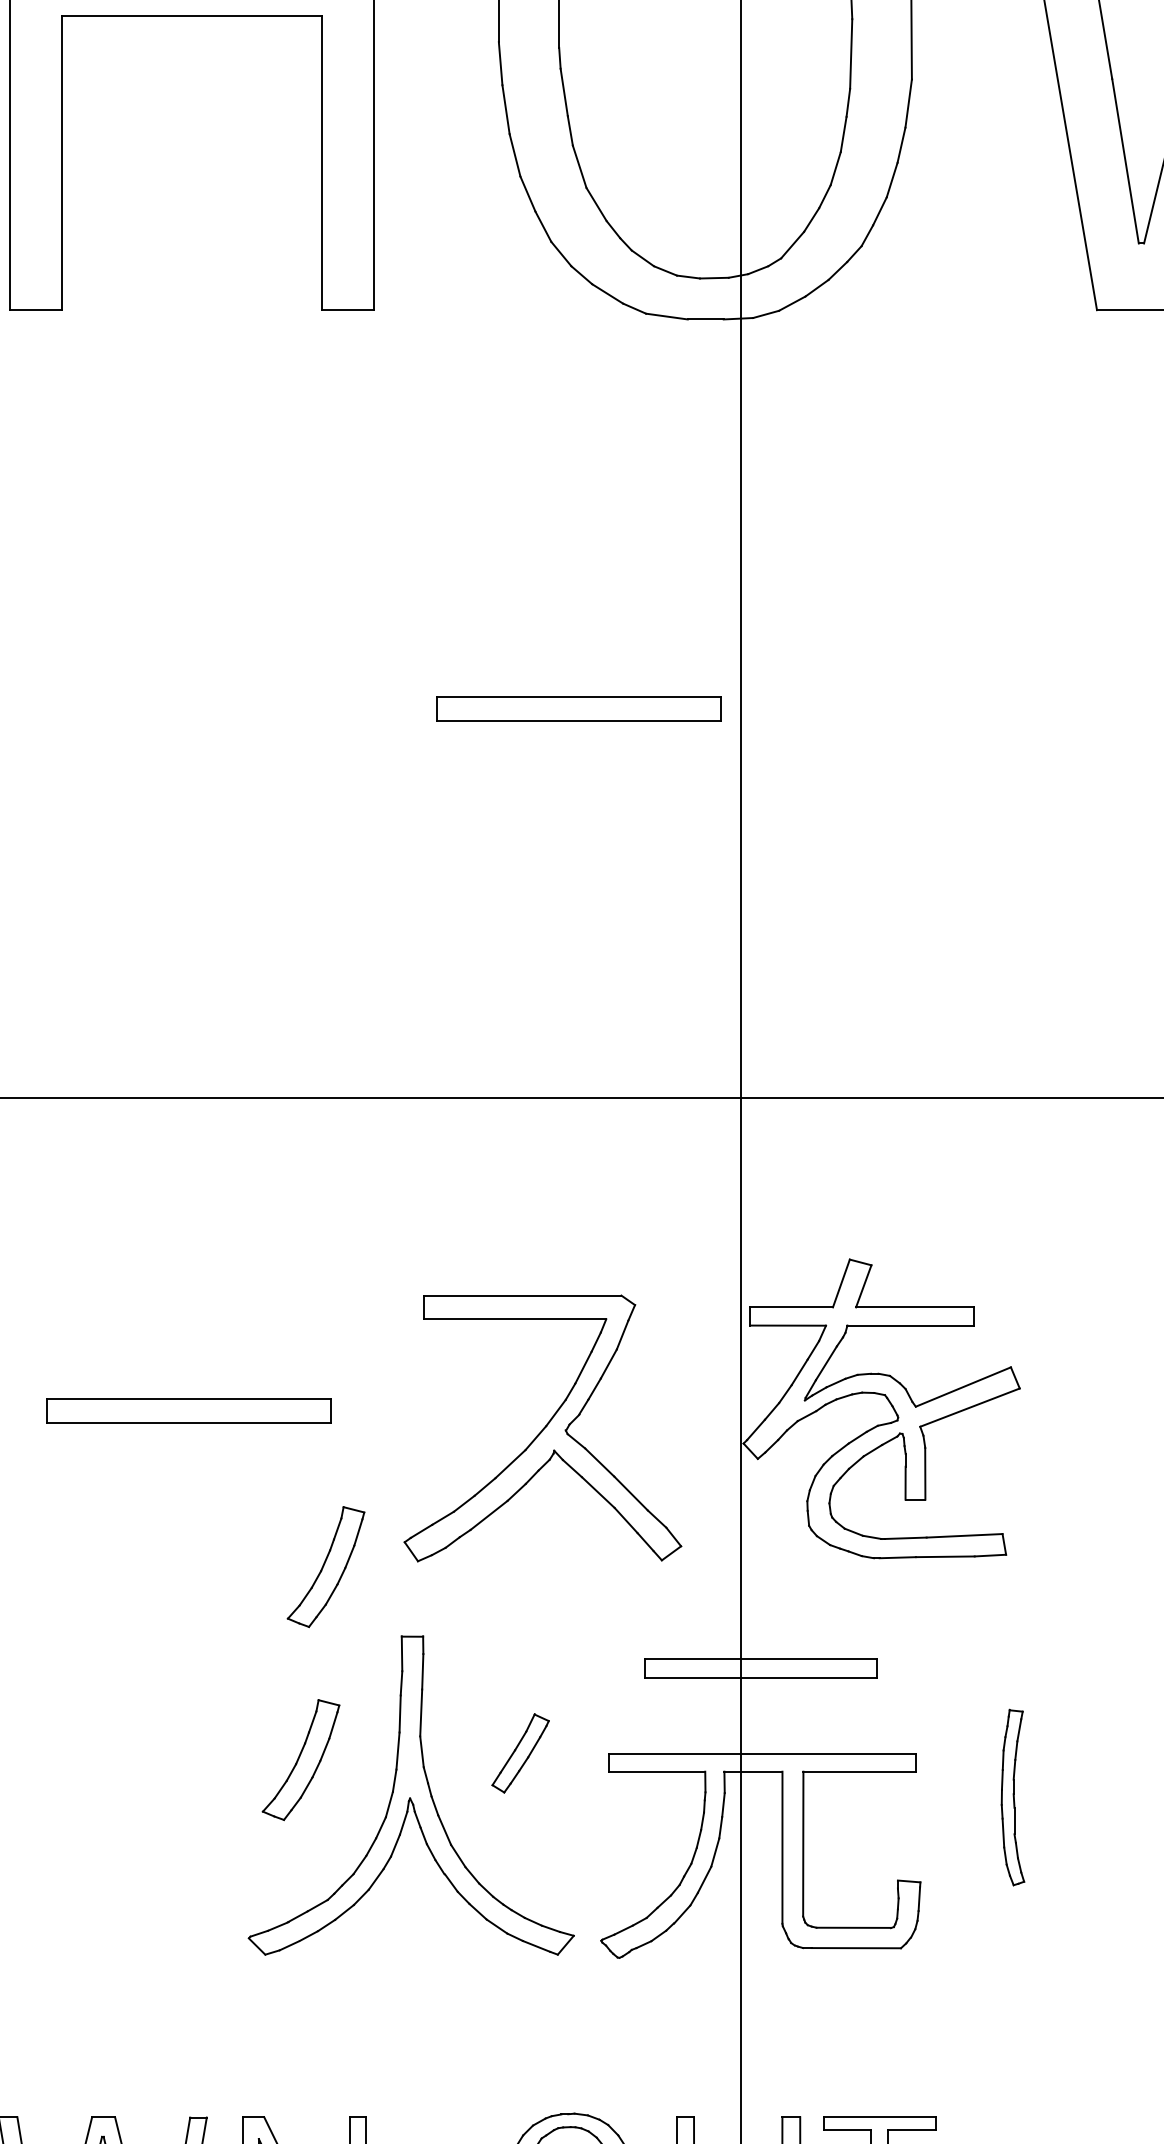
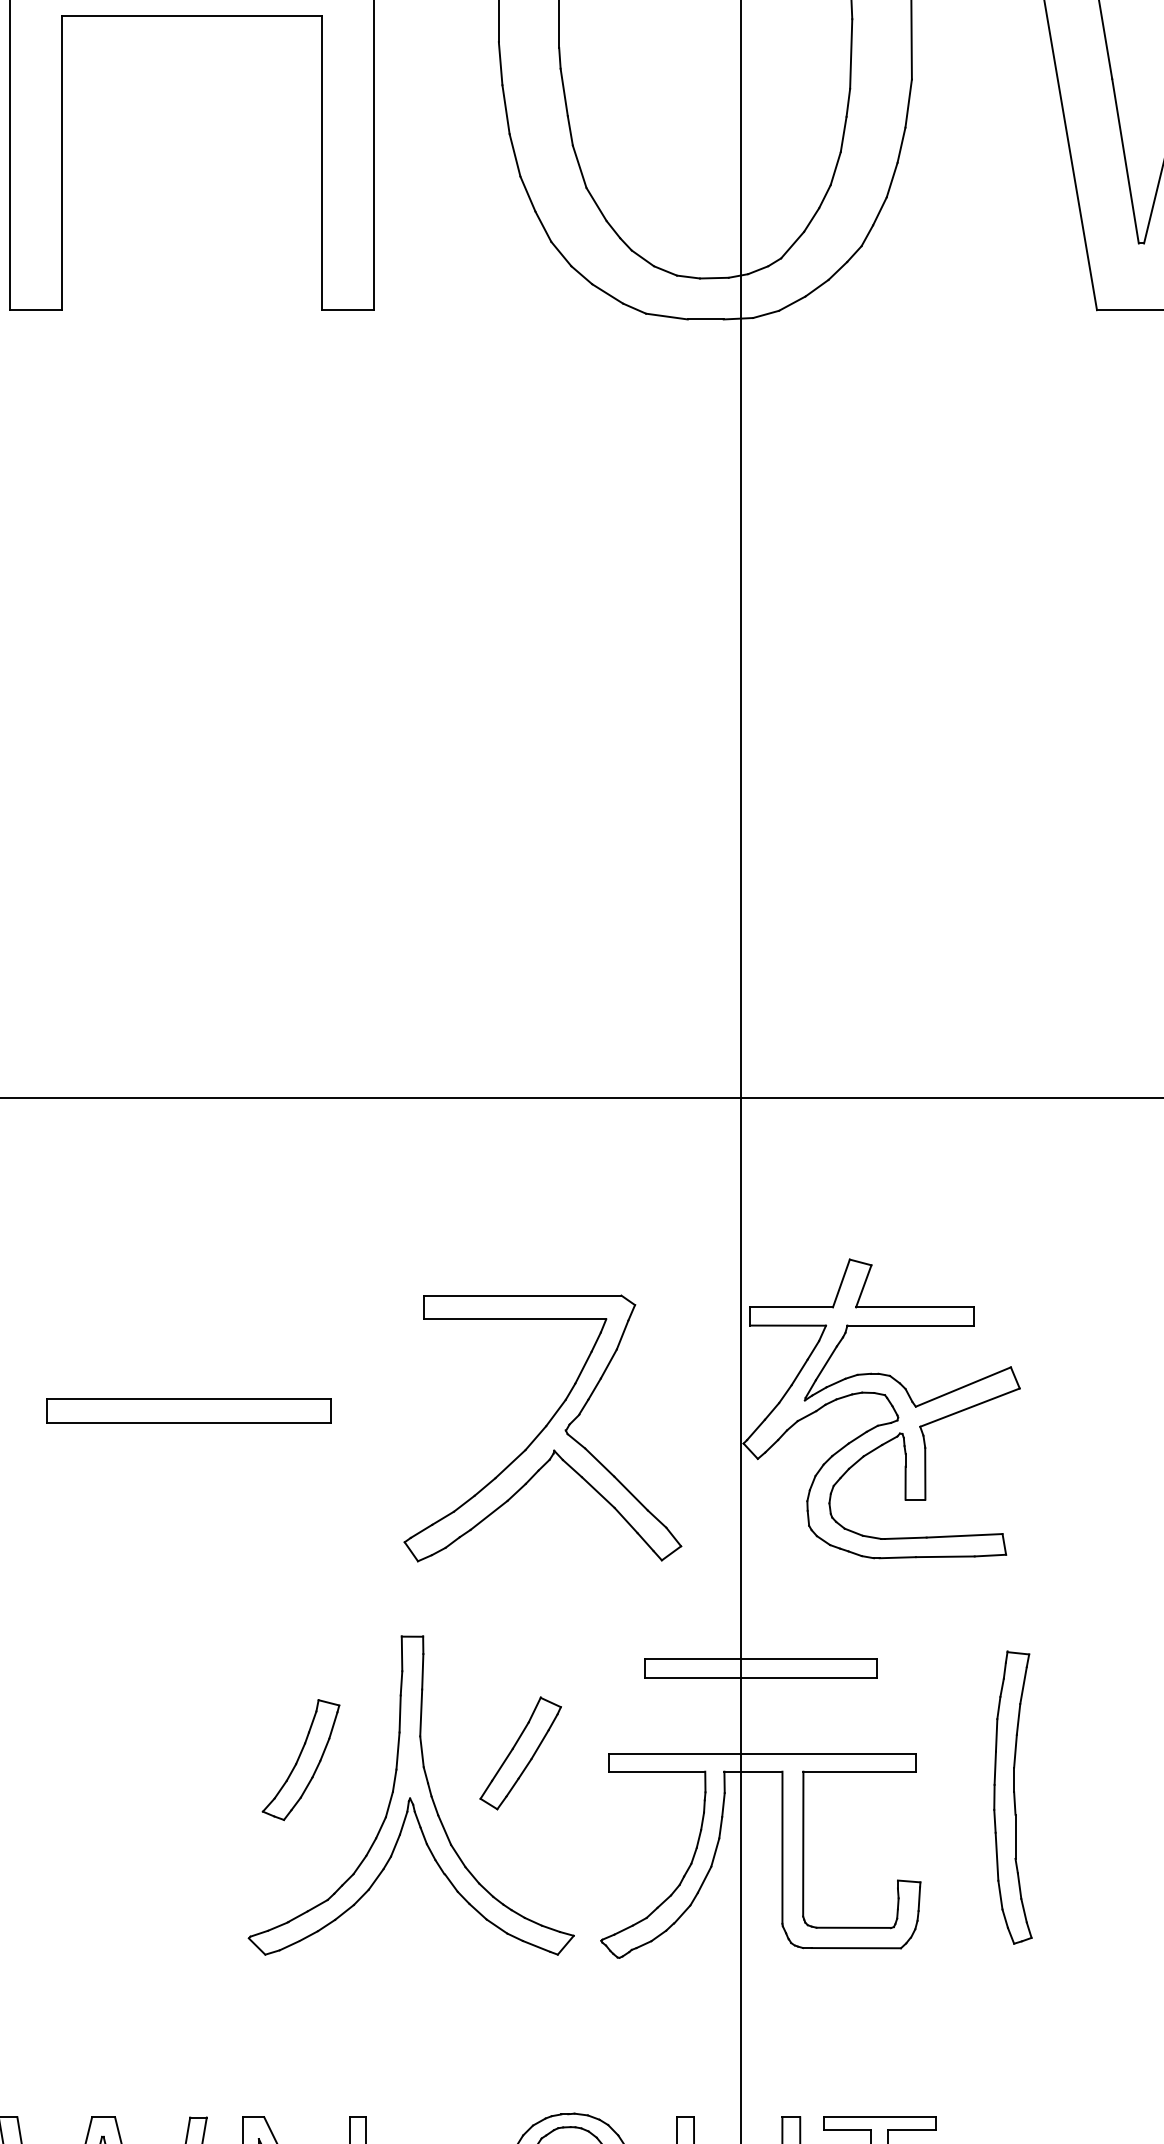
part at (578, 708): present -> none
part at (325, 1567): present -> none
part at (520, 1753) size: 59x81 px -> 83x115 px
part at (1012, 1797) size: 26x179 px -> 40x295 px
